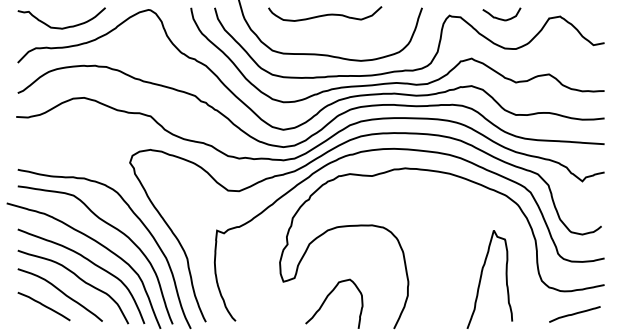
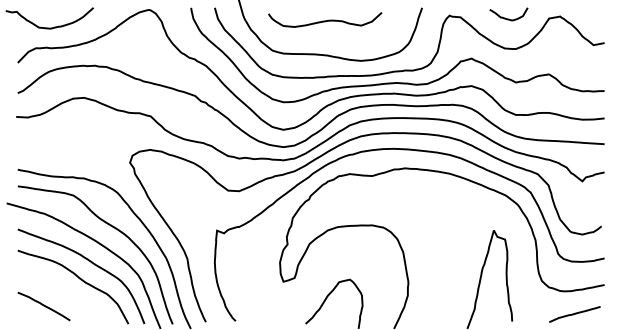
curve at (325, 14) position: (325, 14) -> (325, 20)
curve at (501, 18) position: (501, 18) -> (508, 18)
curve at (61, 27) position: (61, 27) -> (49, 27)
curve at (60, 292): present -> none
